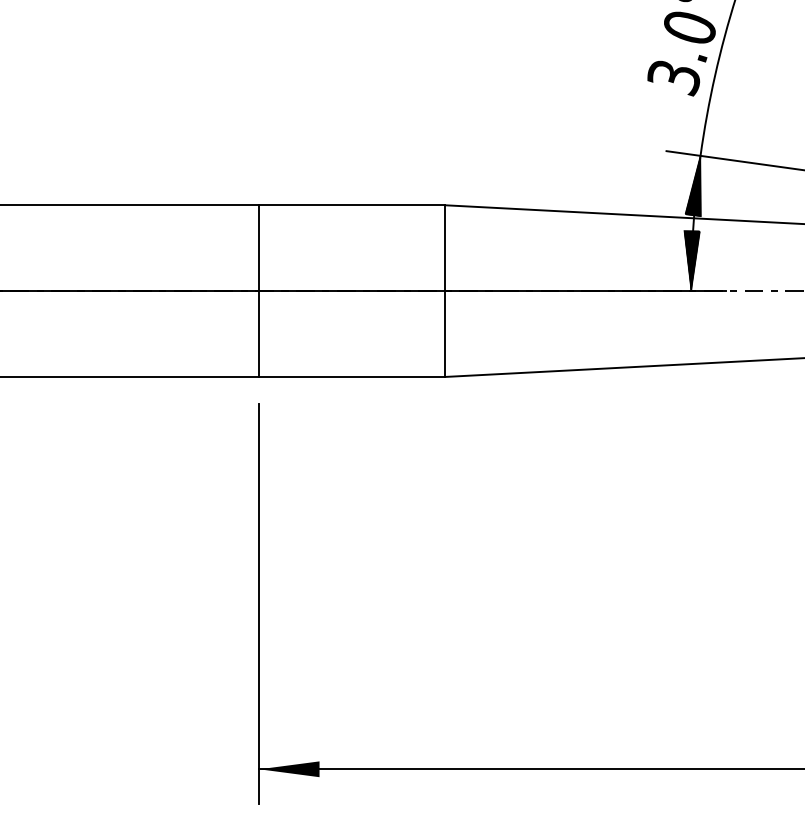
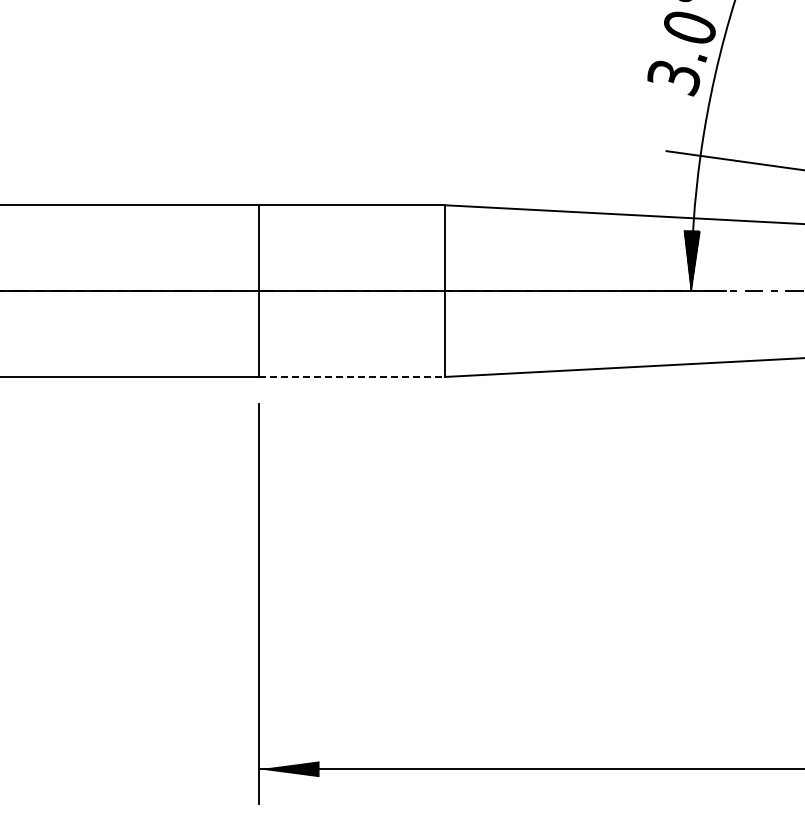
hatch at (693, 185): present -> none
line at (352, 376): solid -> dashed
